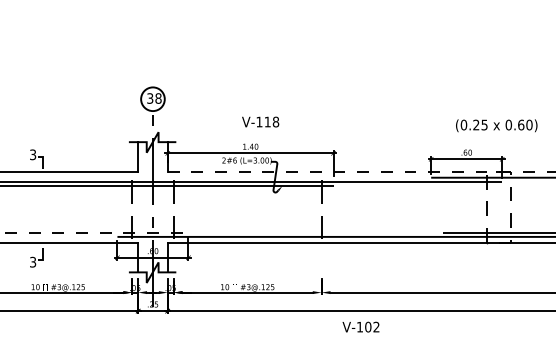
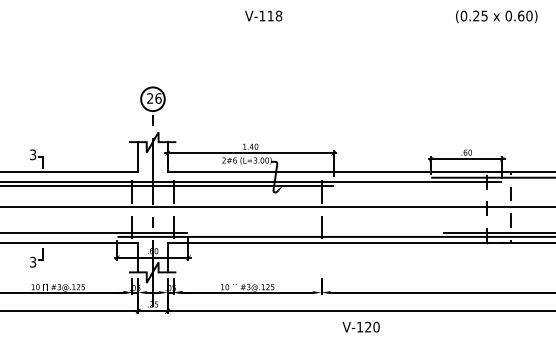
text at (154, 98): 38 -> 26
text at (260, 121) position: (260, 121) -> (263, 15)
text at (496, 125) position: (496, 125) -> (496, 16)
line at (361, 171): dashed -> solid
line at (277, 207): none -> present
line at (94, 232): dashed -> solid
text at (372, 326): V-102 -> V-120
